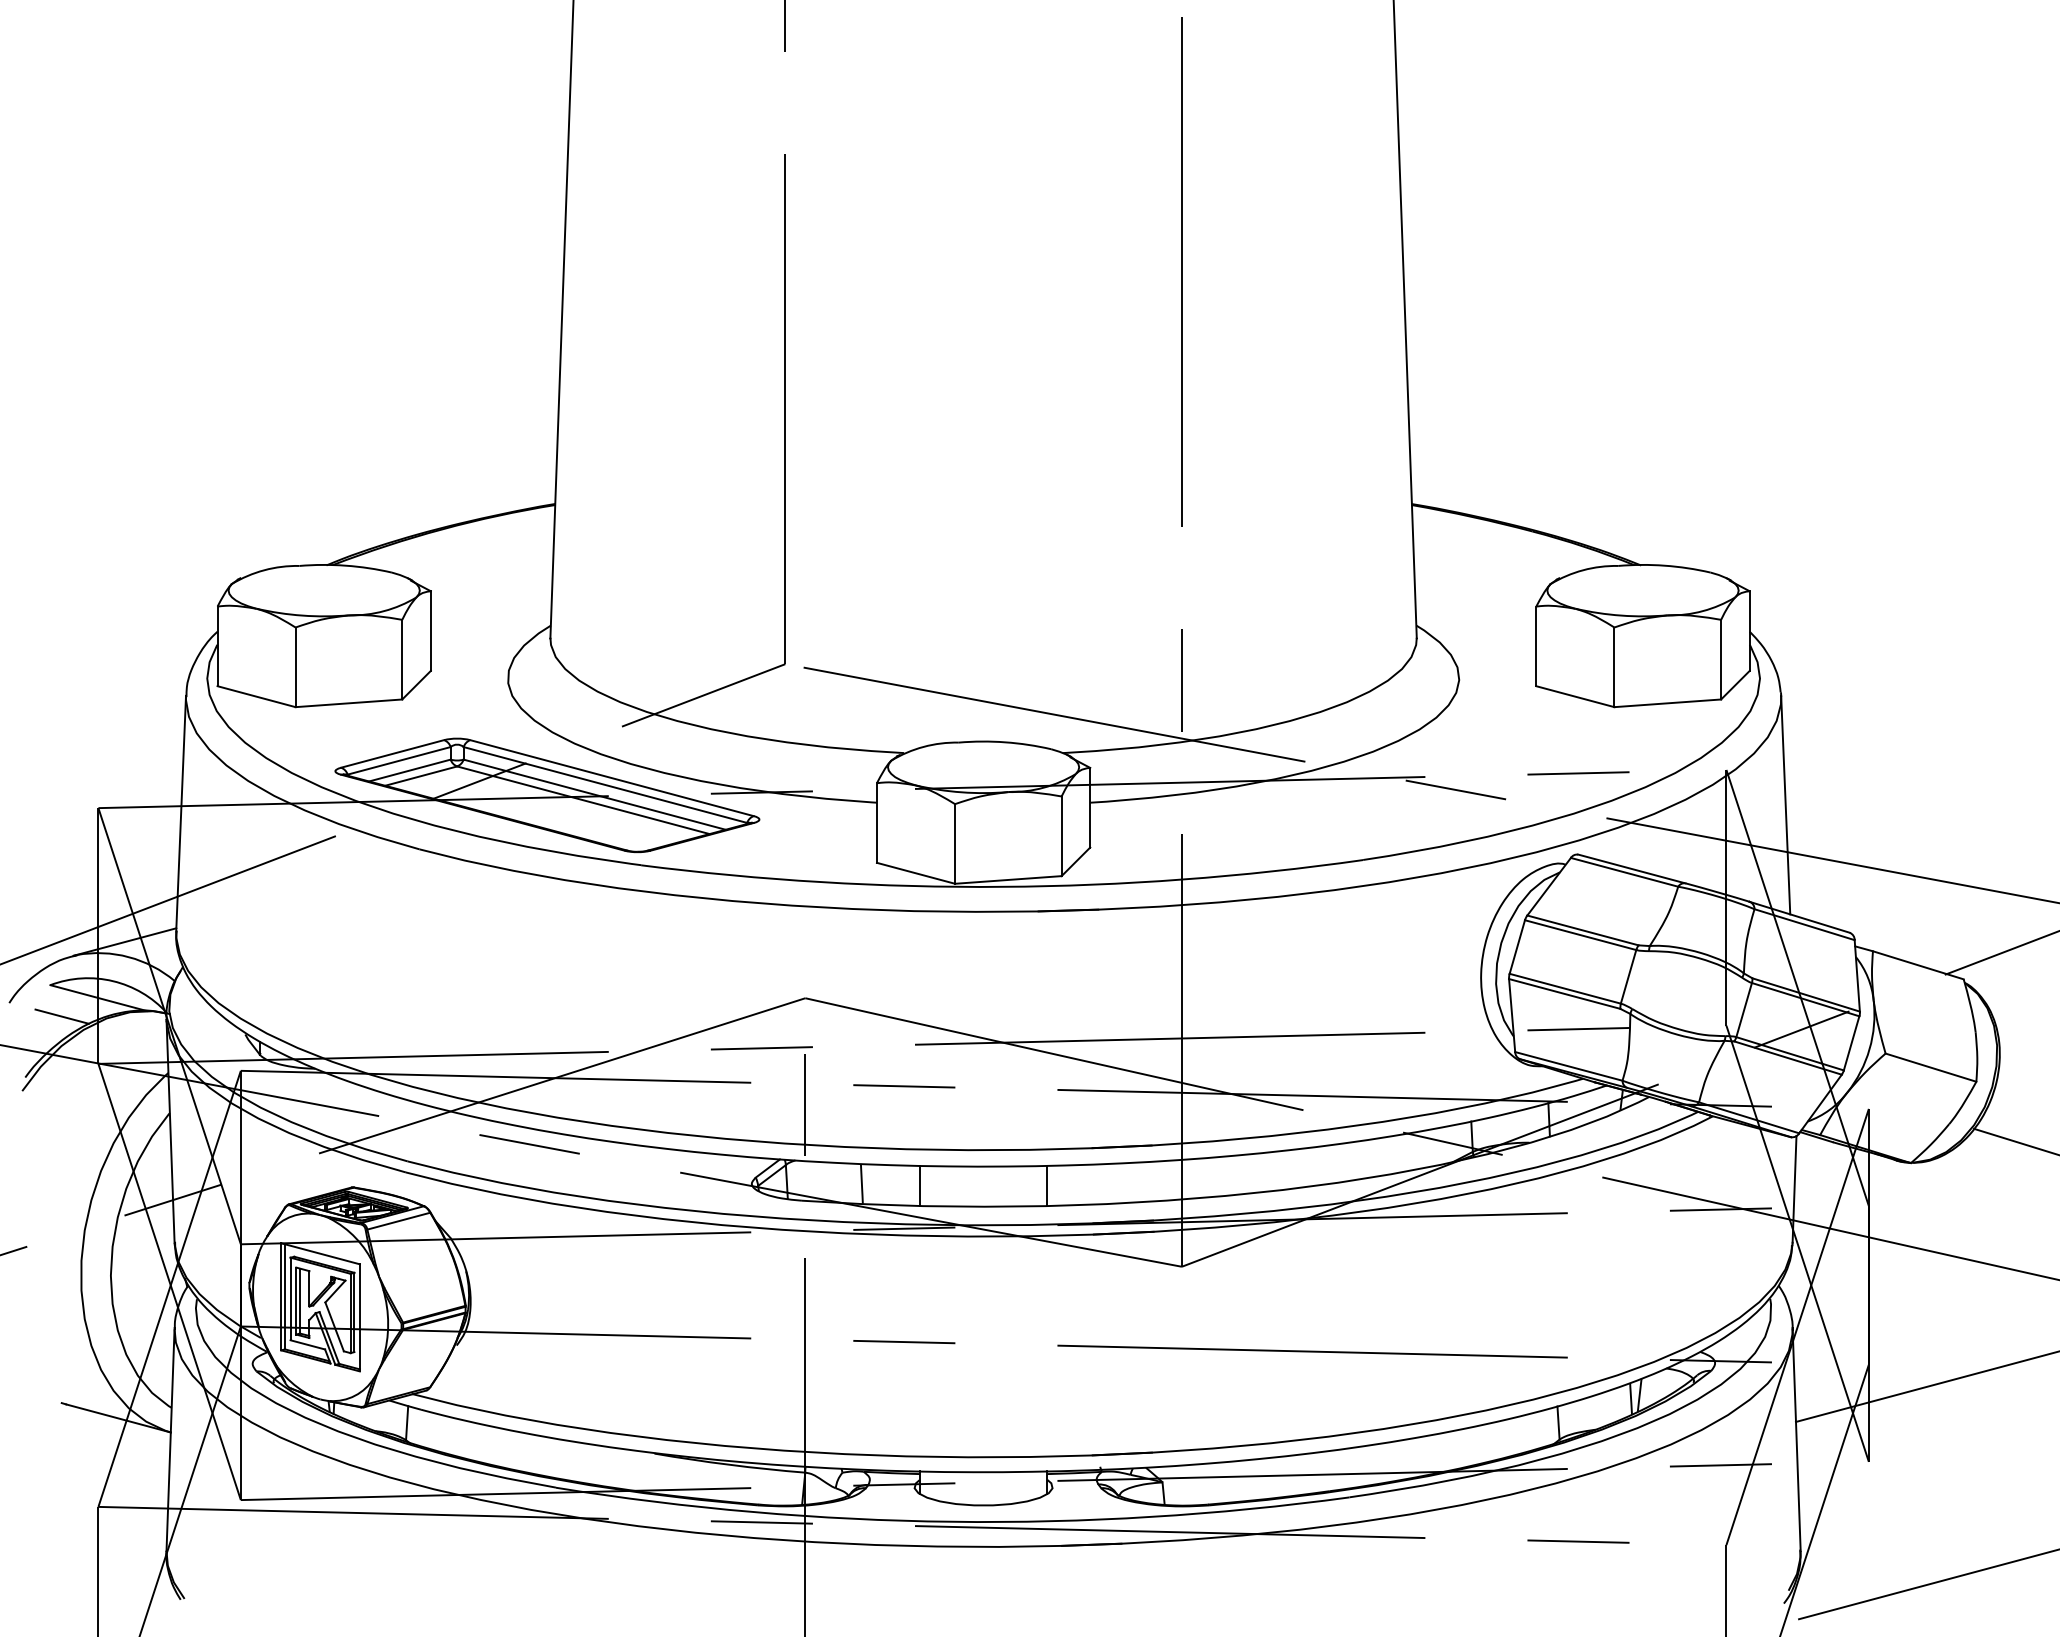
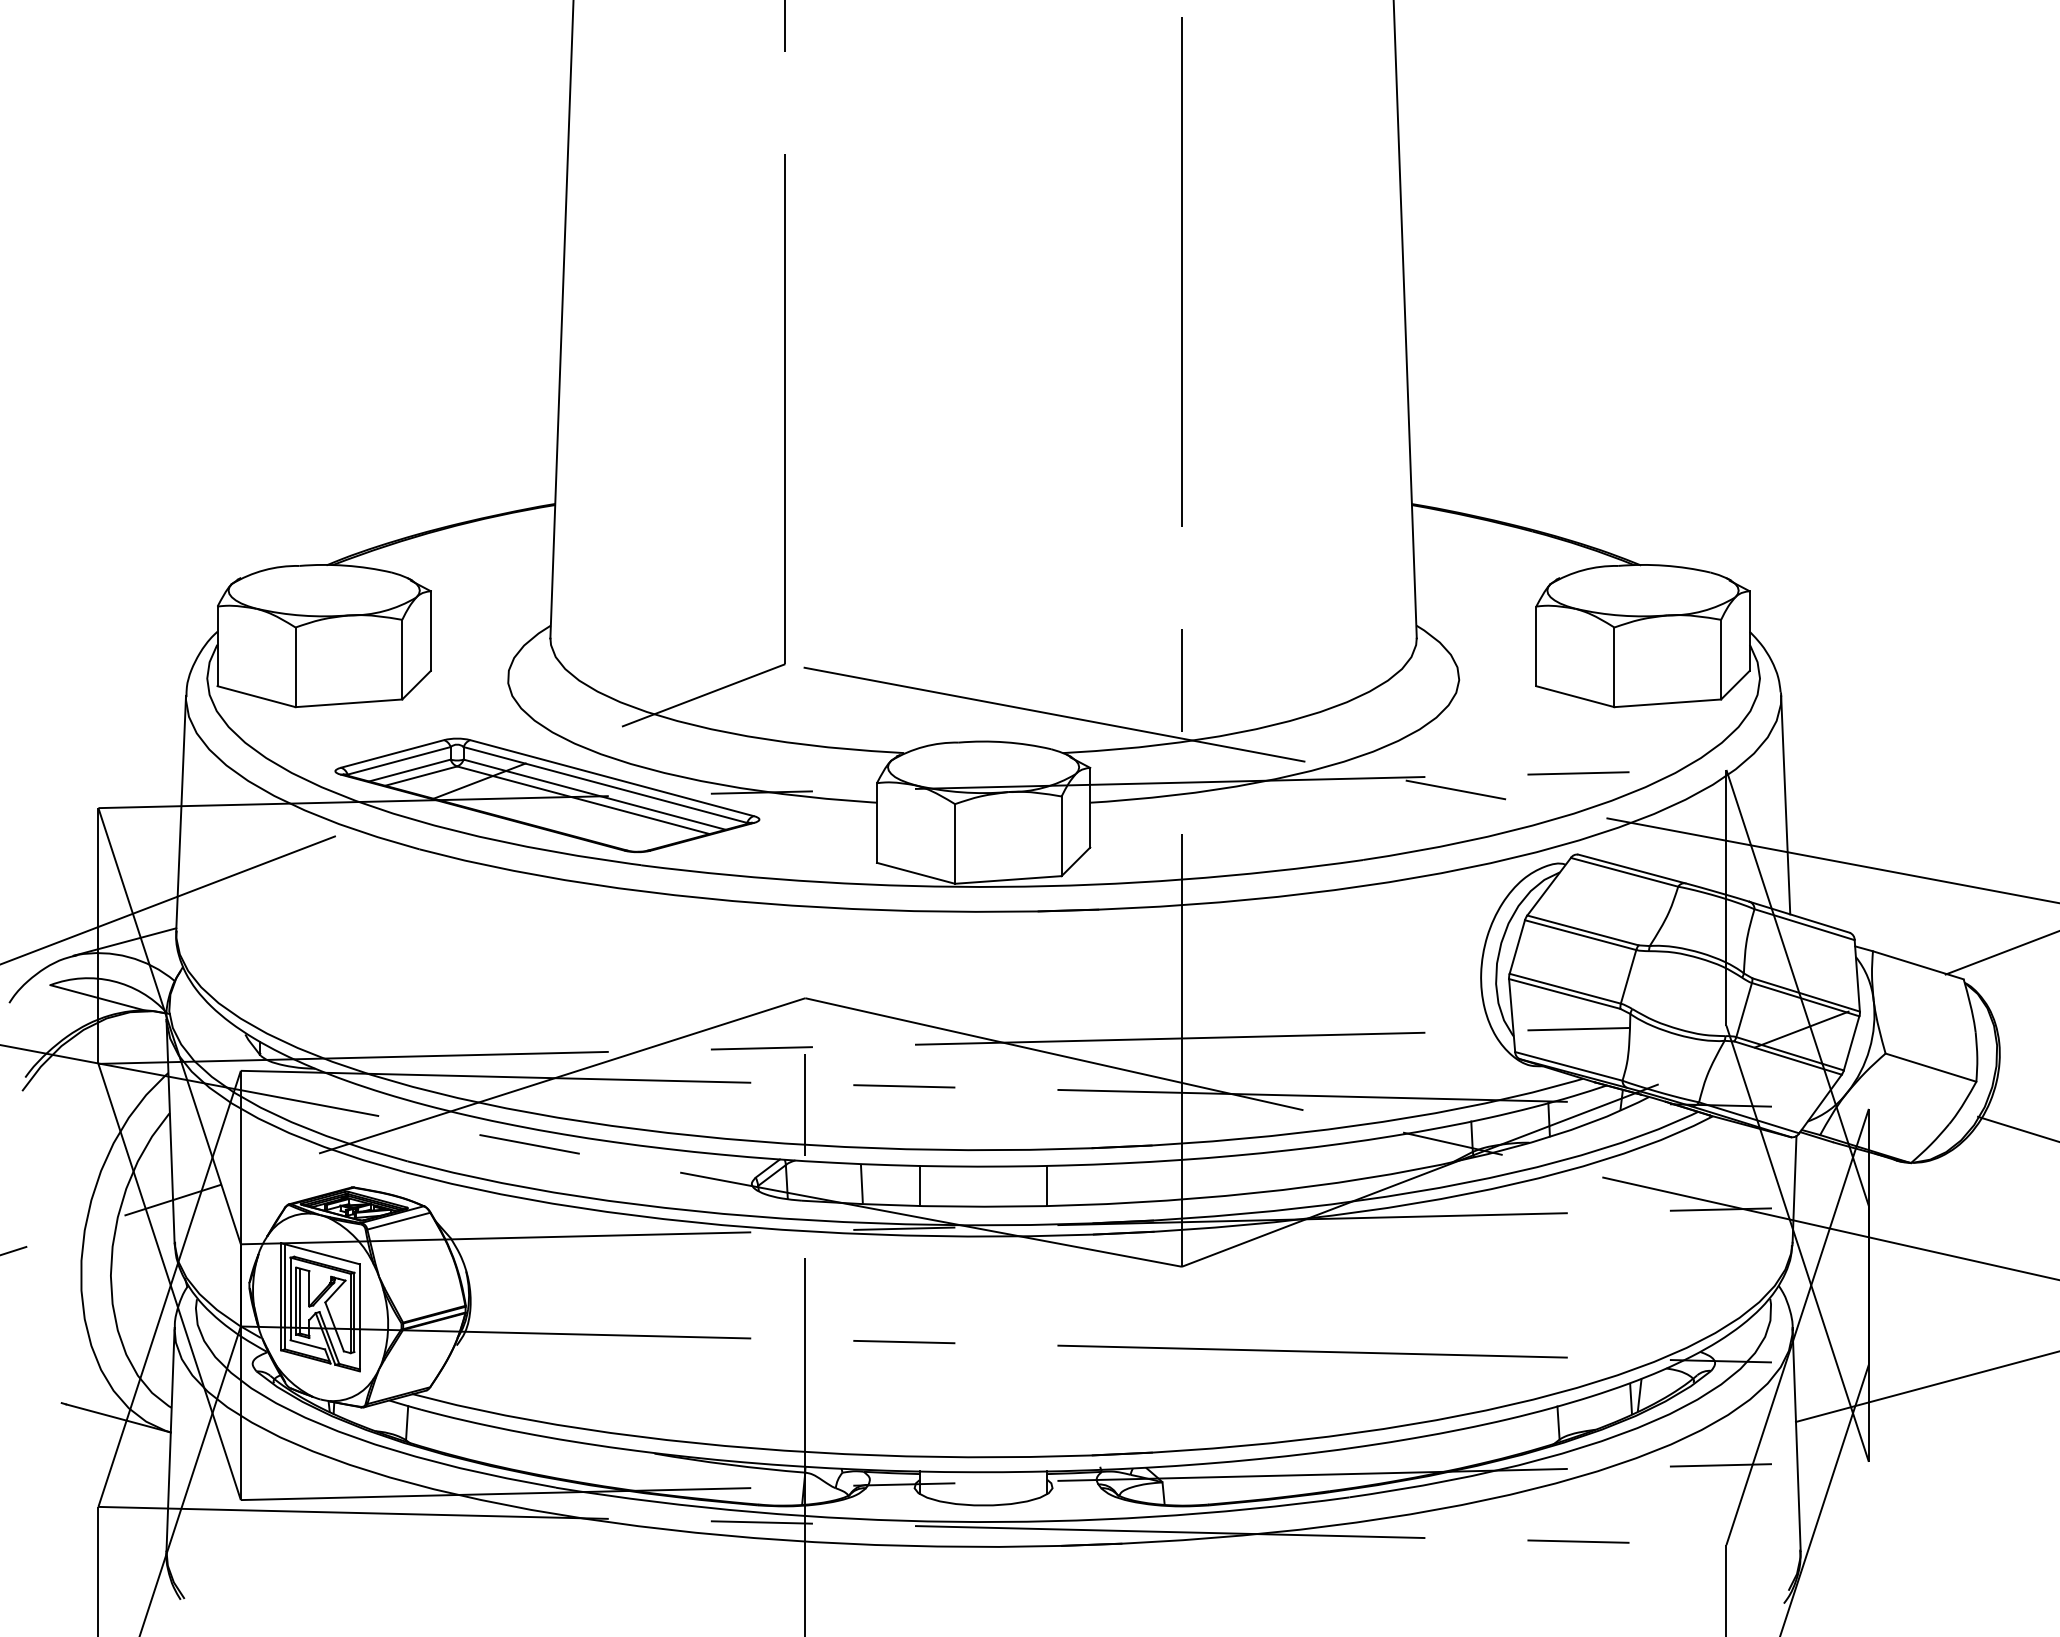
line at (61, 1016): present -> none
line at (2015, 1141) position: (2015, 1141) -> (2017, 1128)
line at (1927, 1584): present -> none
